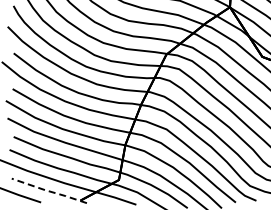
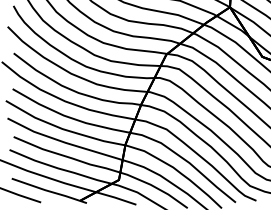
line at (49, 191): dashed -> solid
